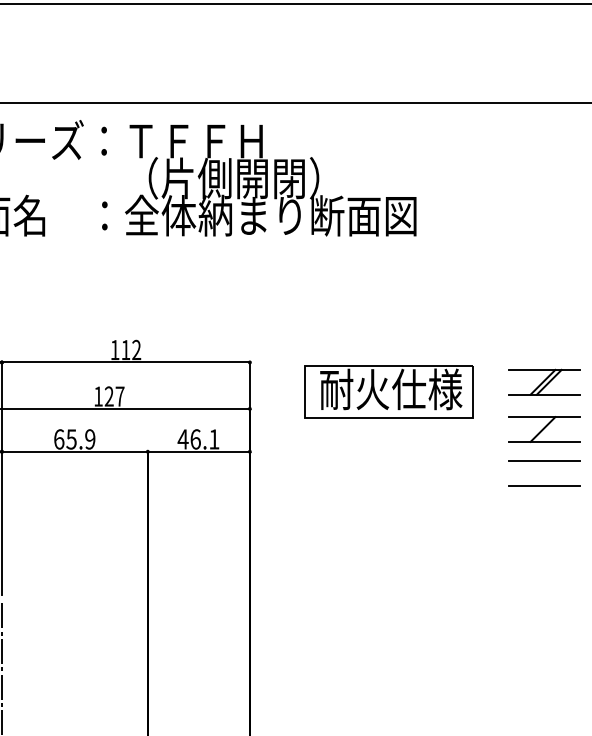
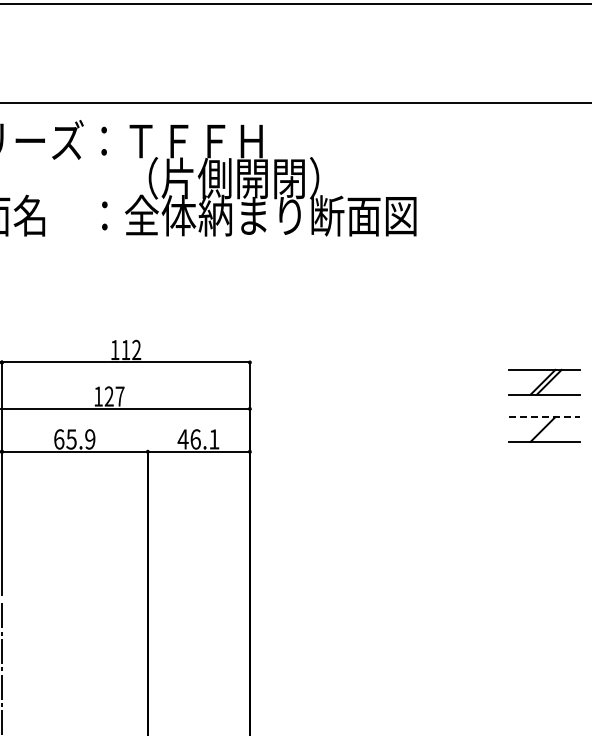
part at (388, 391): present -> none
line at (544, 417): solid -> dashed
line at (544, 460): present -> none
line at (544, 485): present -> none
